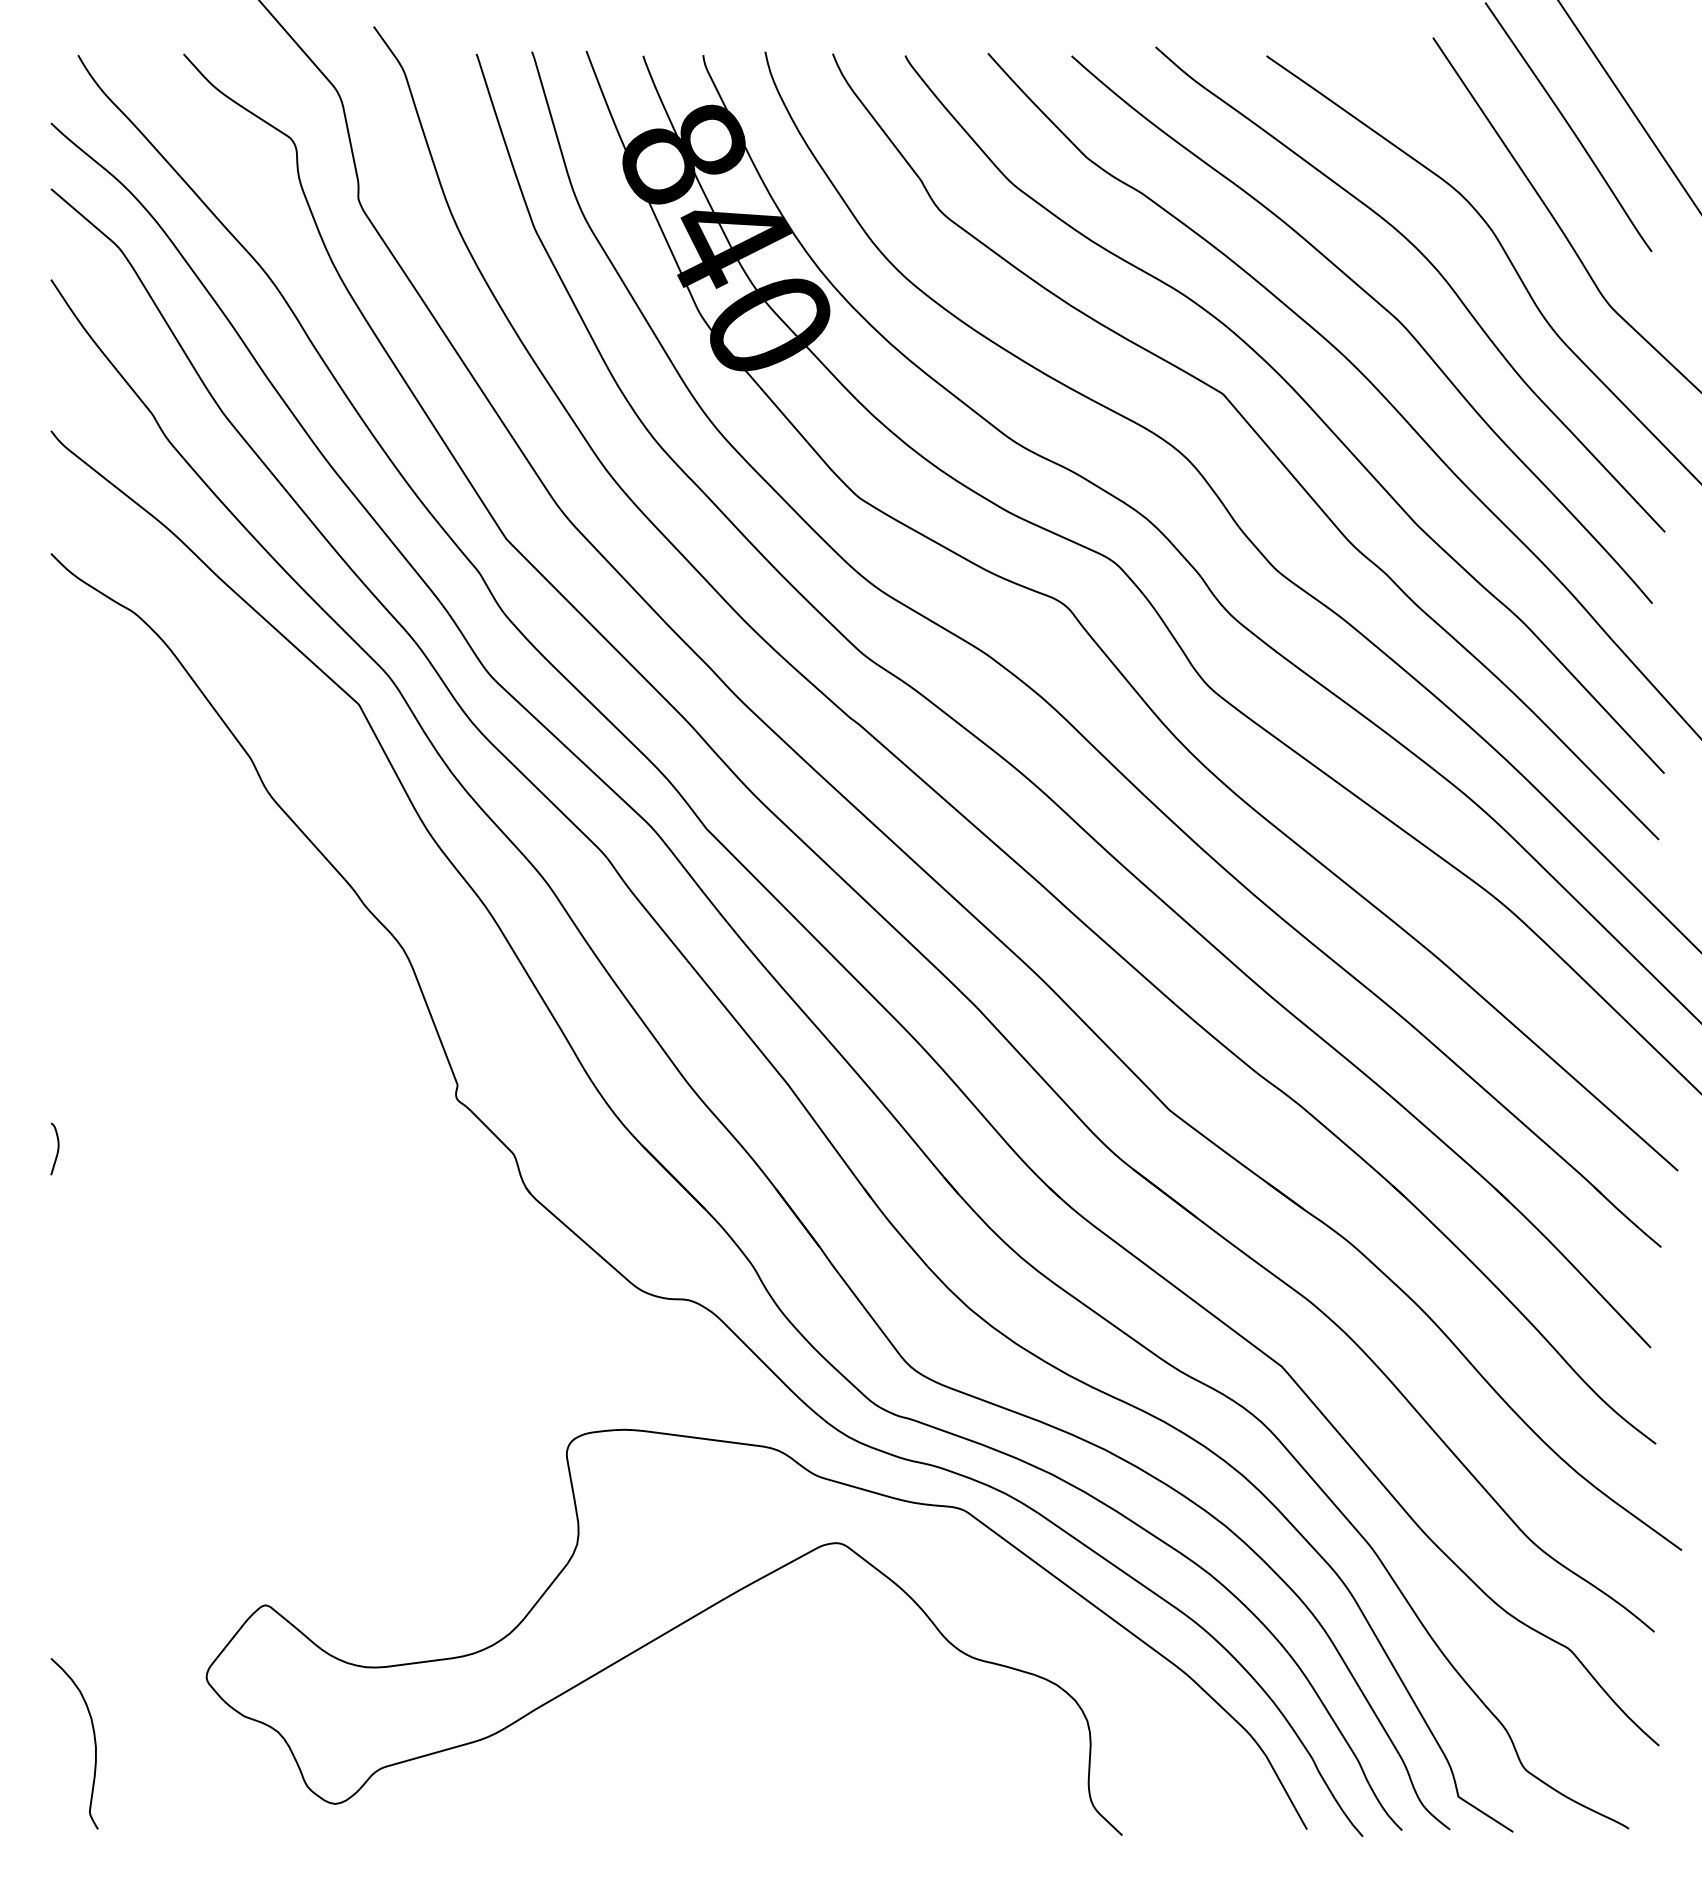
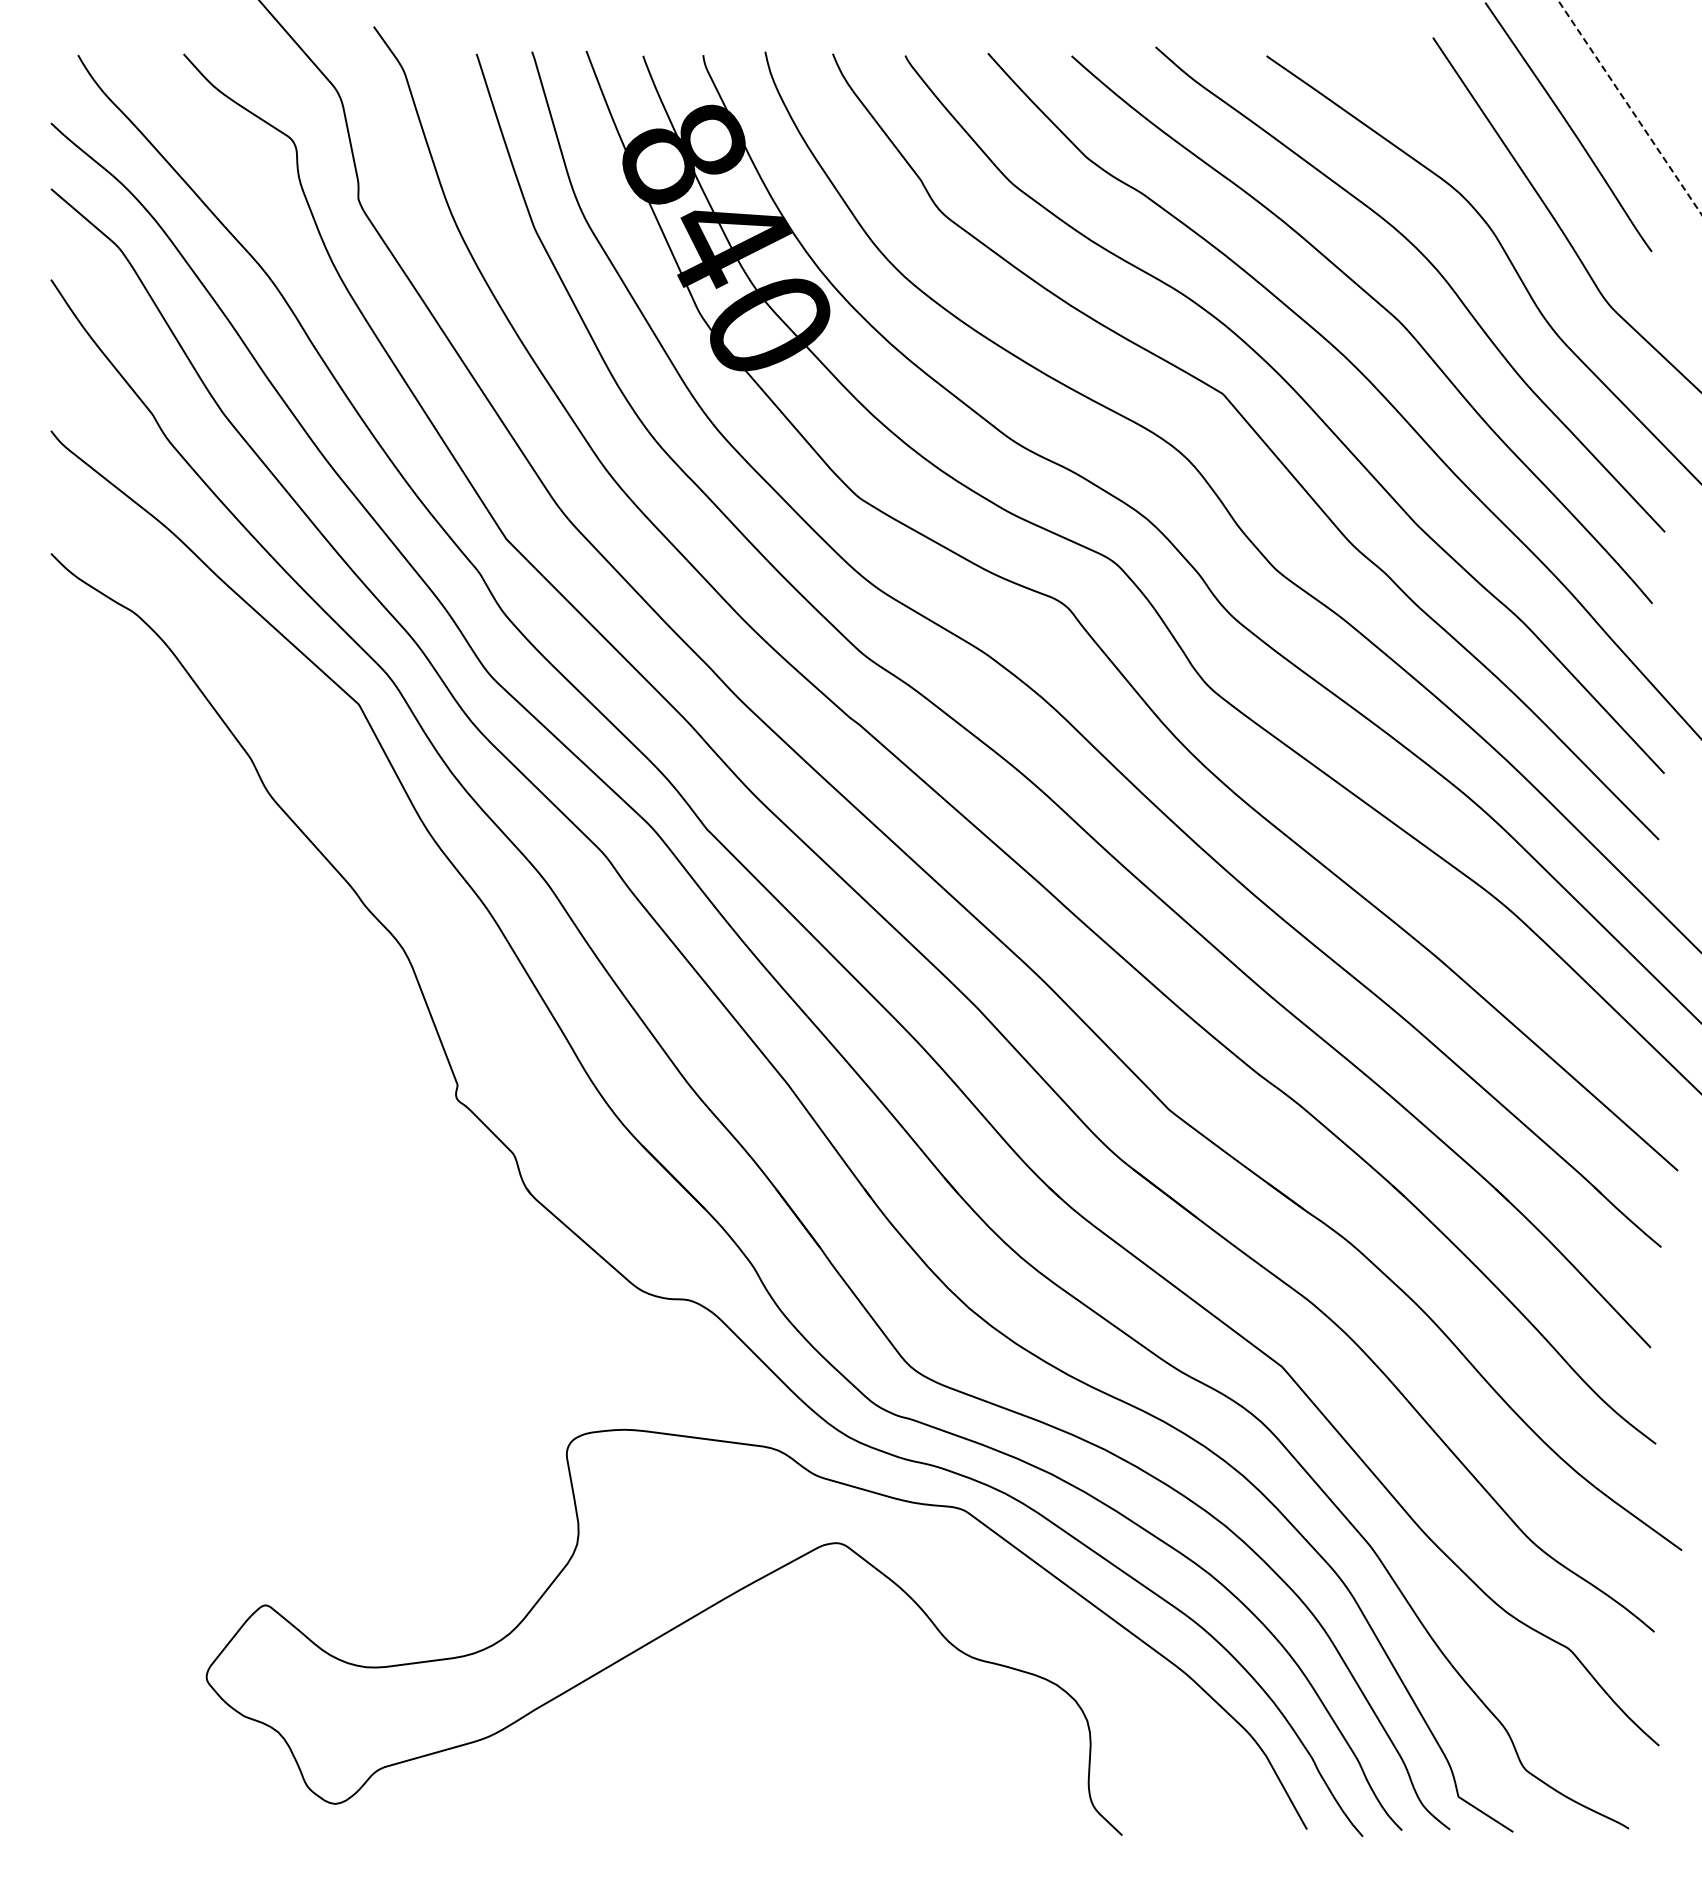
line at (1629, 106): solid -> dashed
curve at (57, 1148): present -> none
curve at (93, 1737): present -> none
